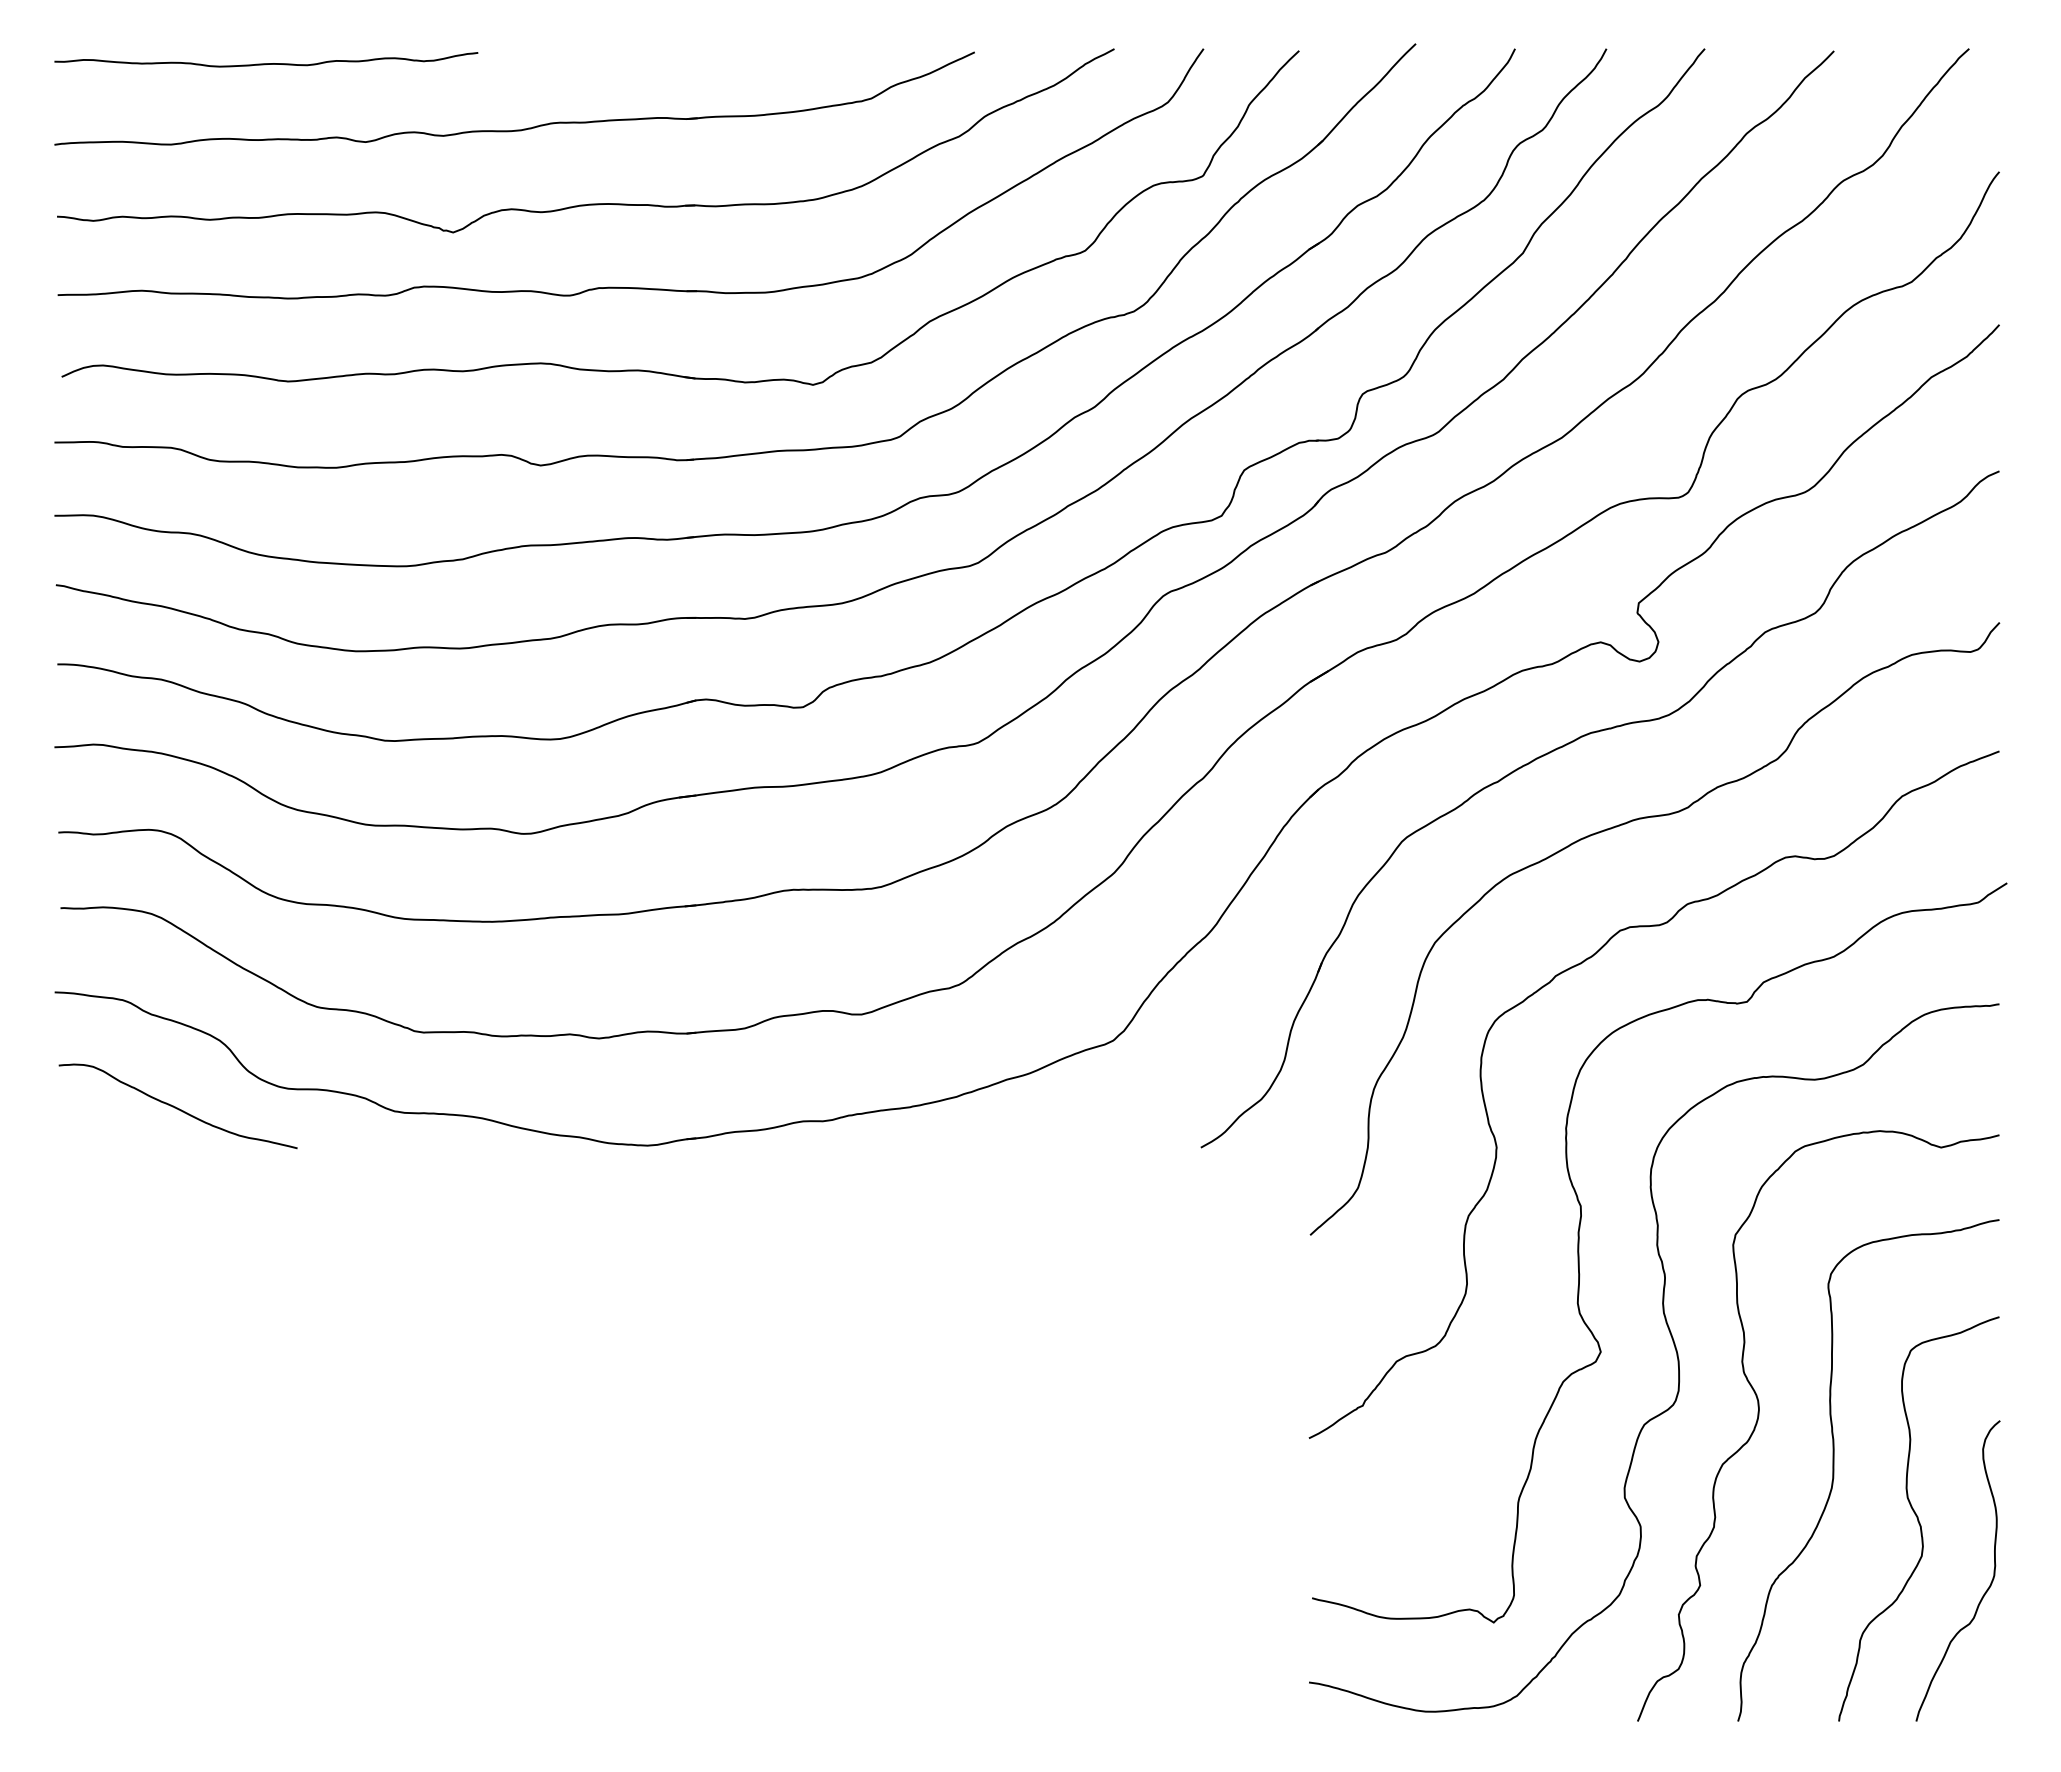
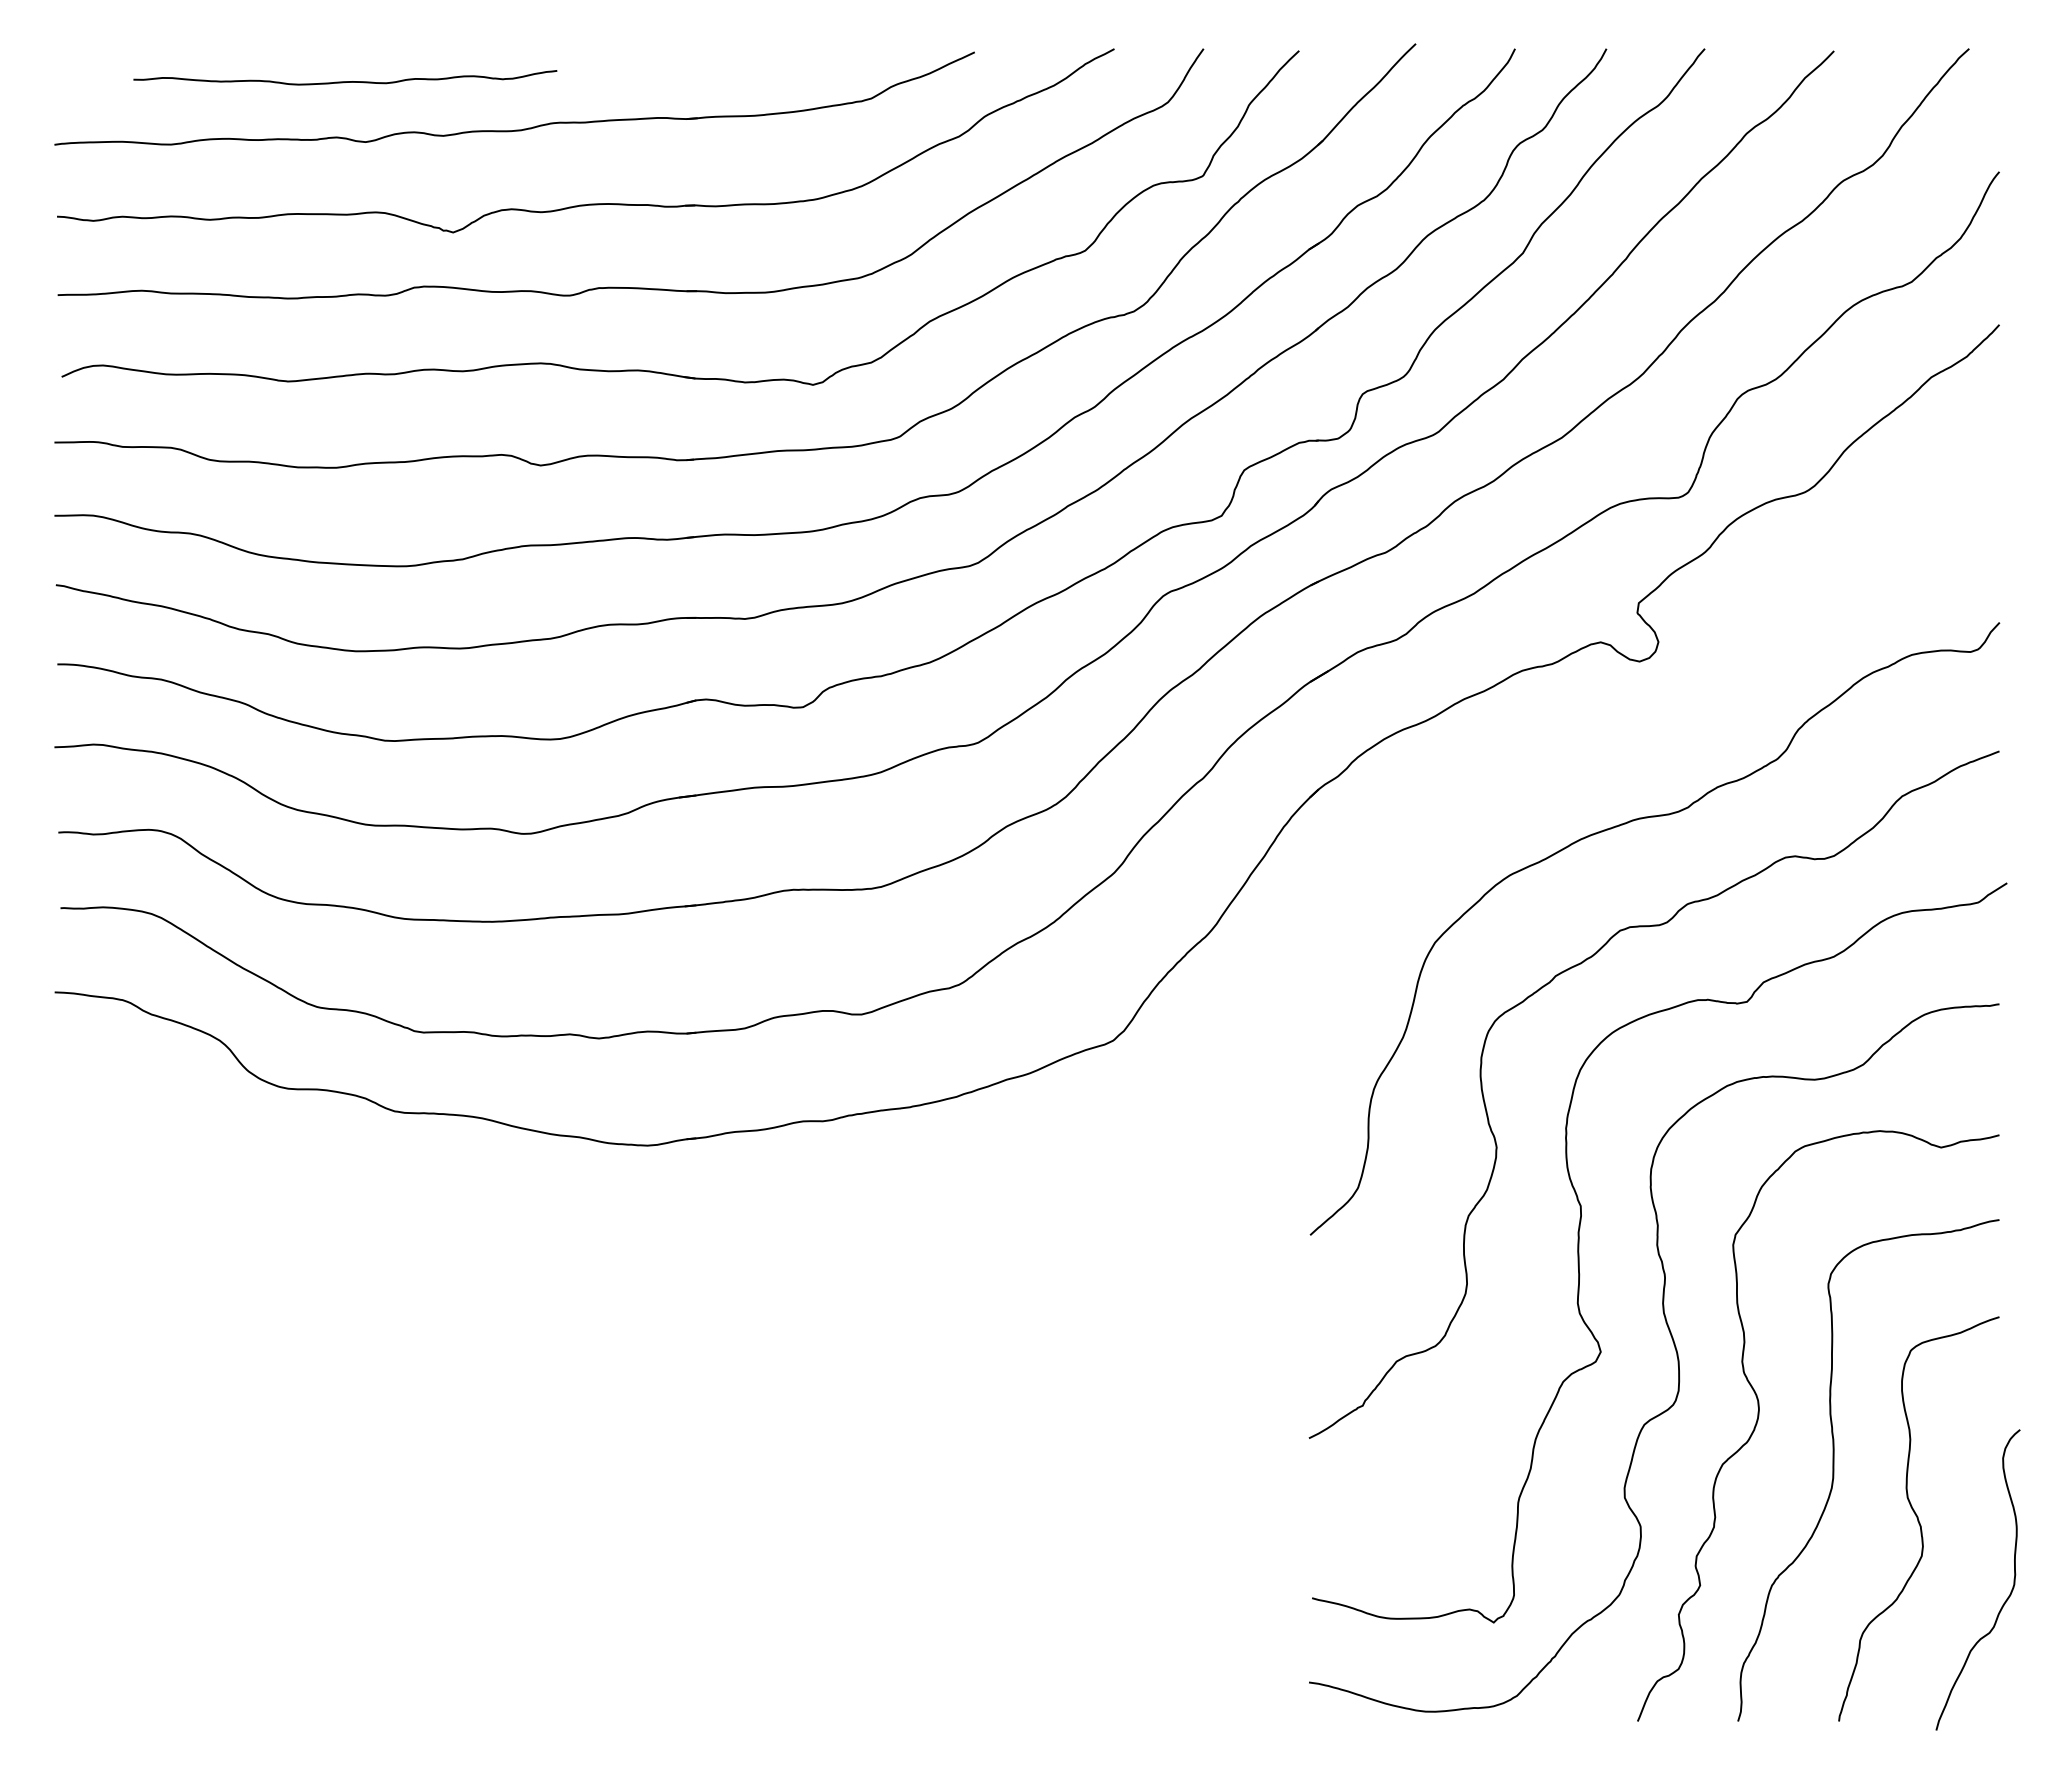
curve at (266, 63) position: (266, 63) -> (345, 81)
part at (1567, 745): present -> none
curve at (177, 1107): present -> none
curve at (1986, 1589) position: (1986, 1589) -> (2006, 1598)
